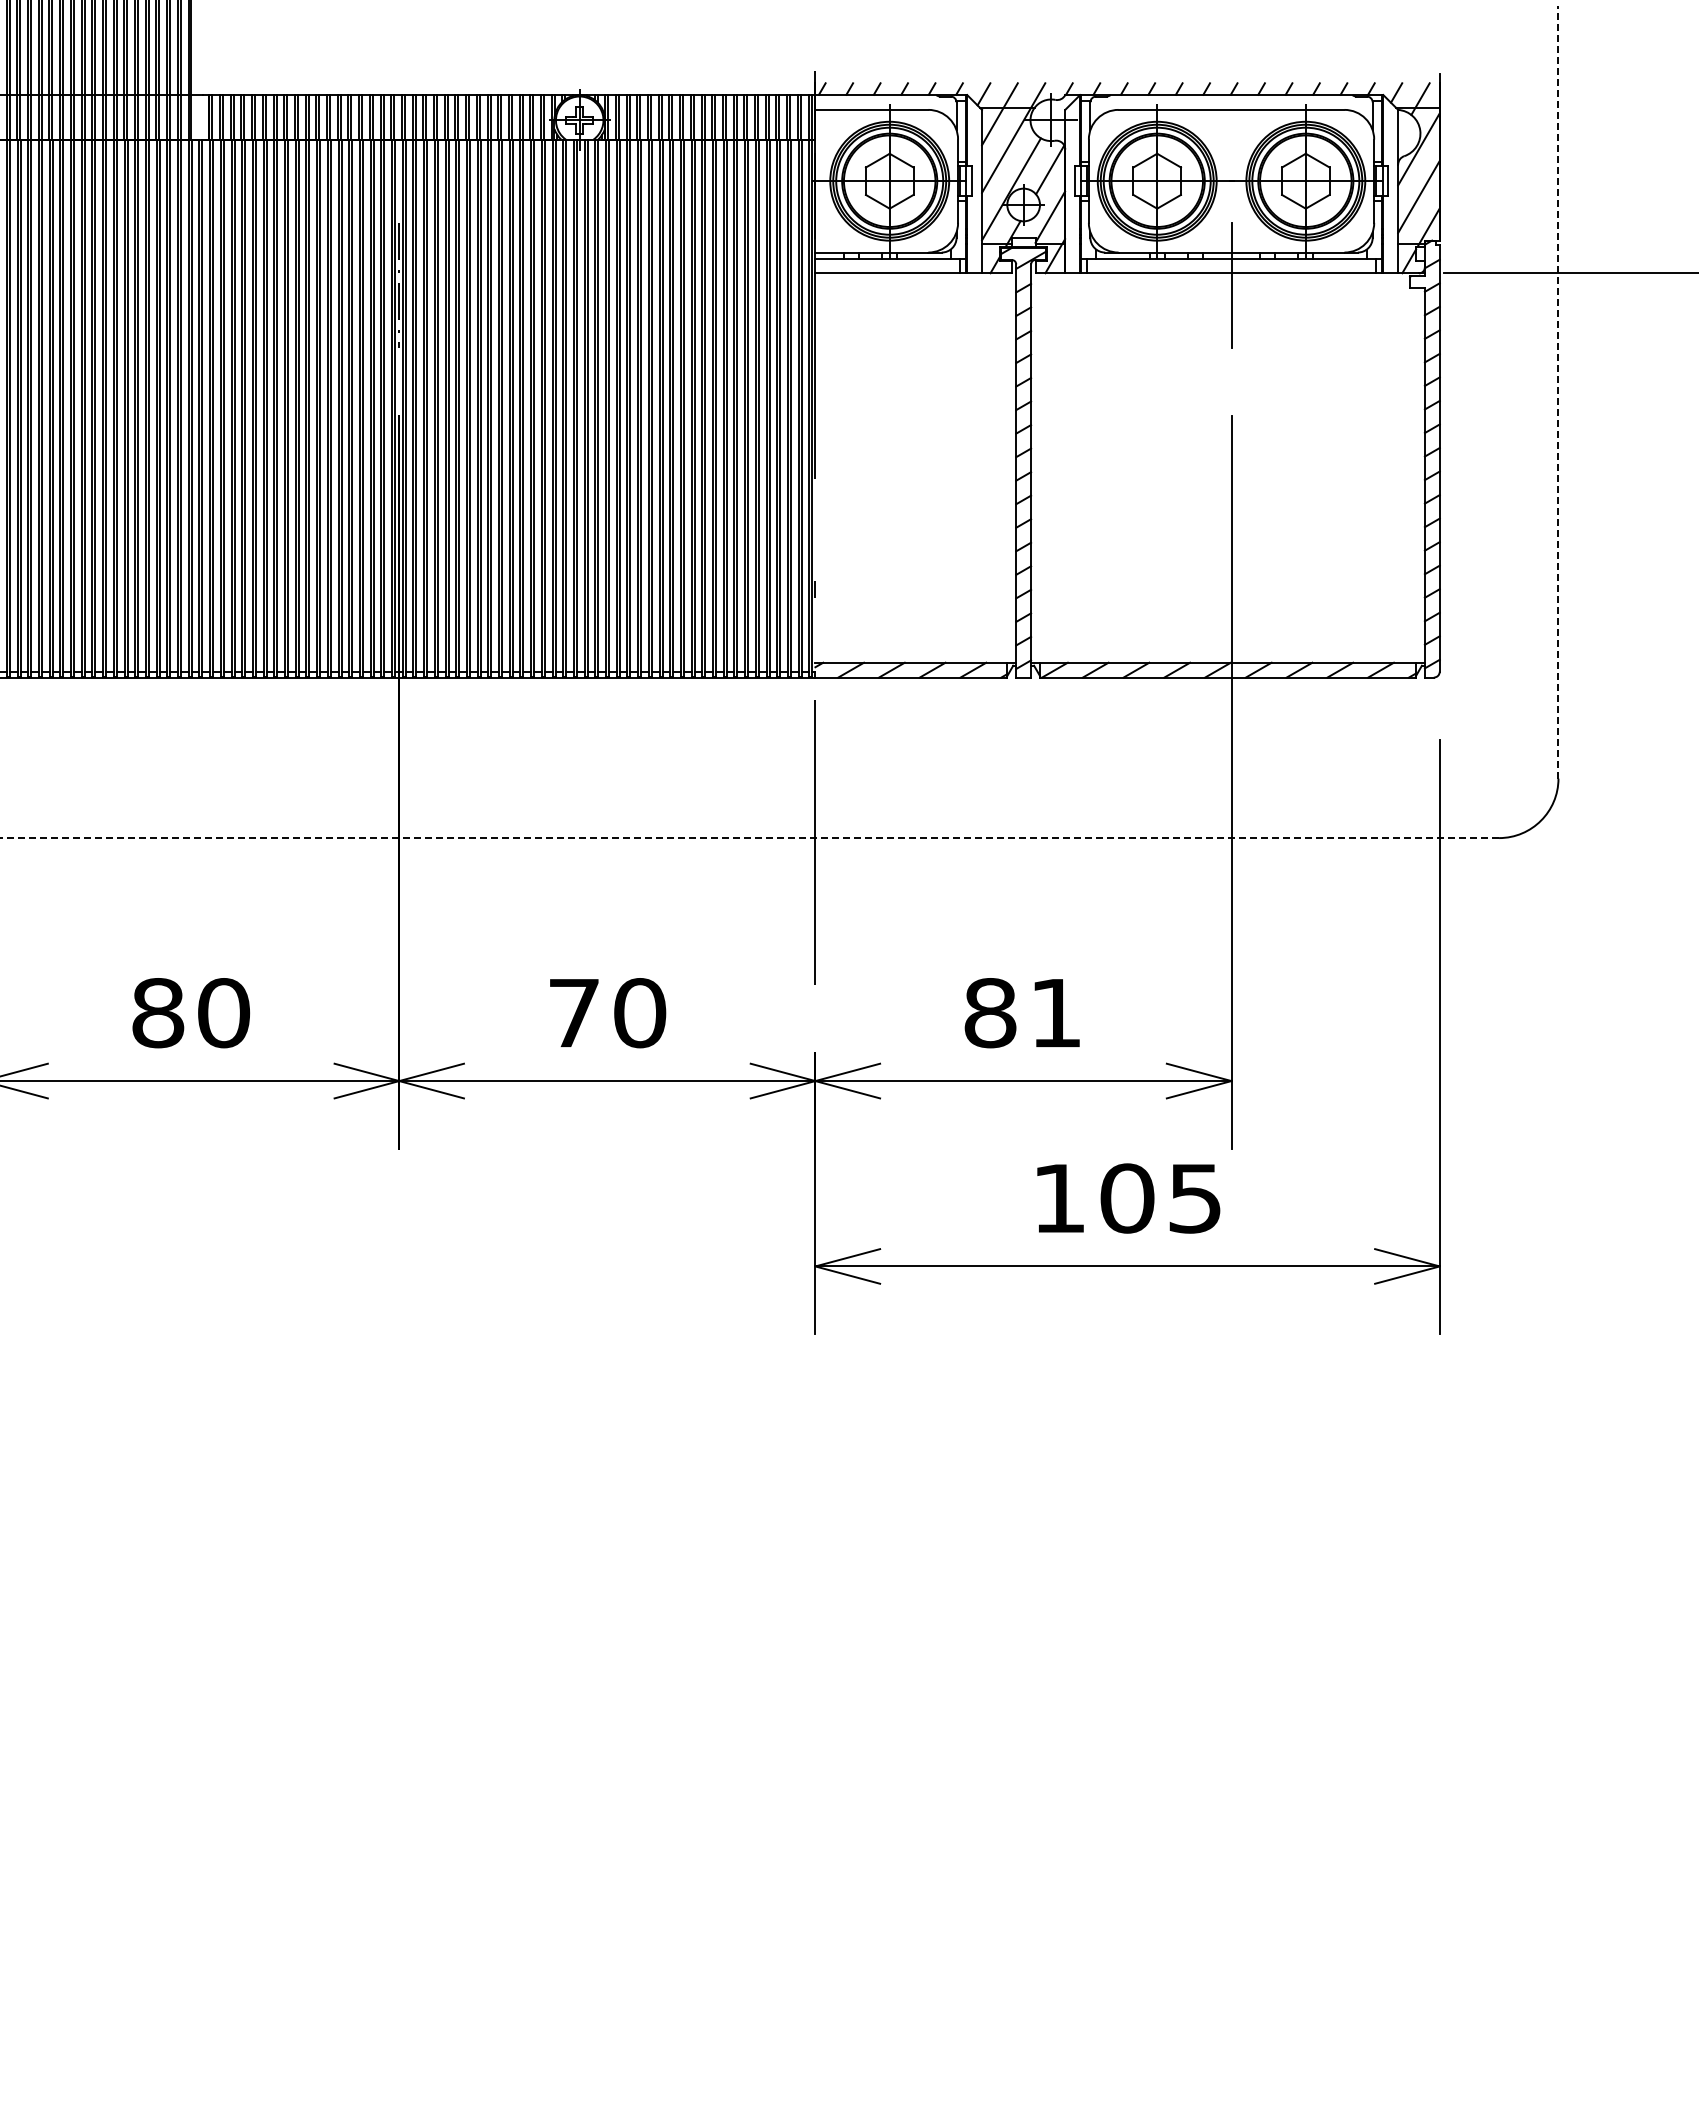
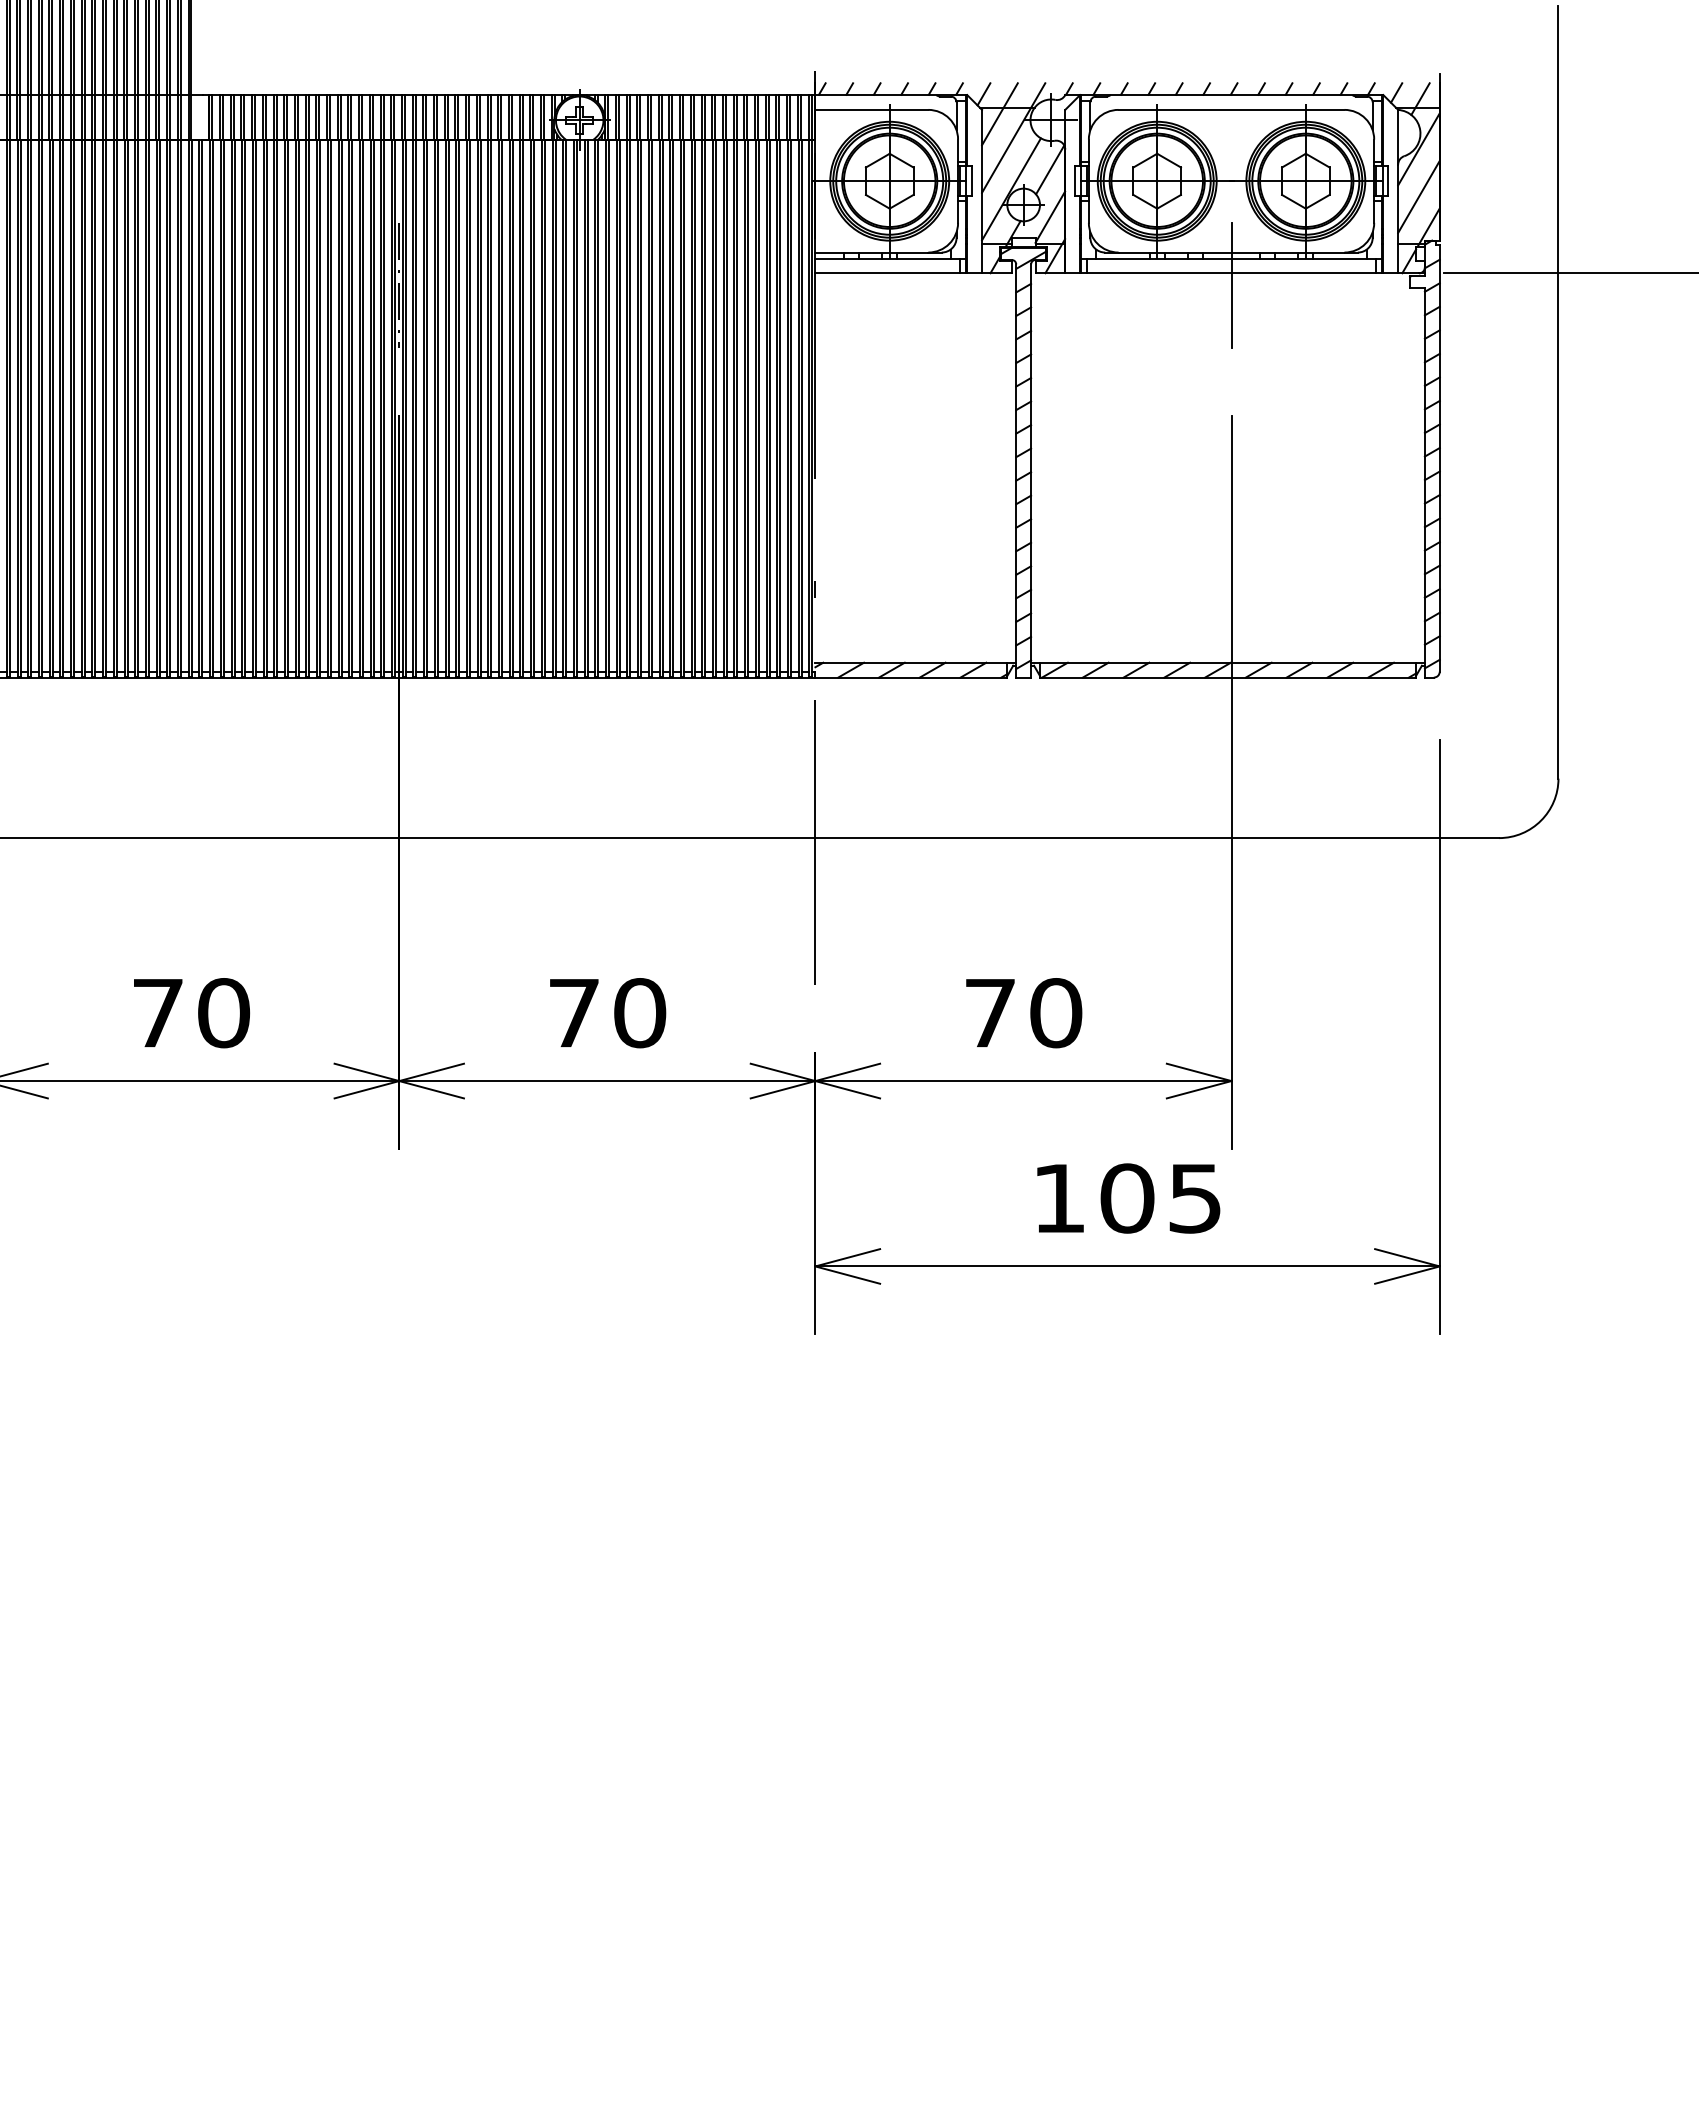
line at (1558, 391): dashed -> solid
line at (749, 838): dashed -> solid
text at (158, 1013): 80 -> 70
text at (1023, 1013): 81 -> 70
